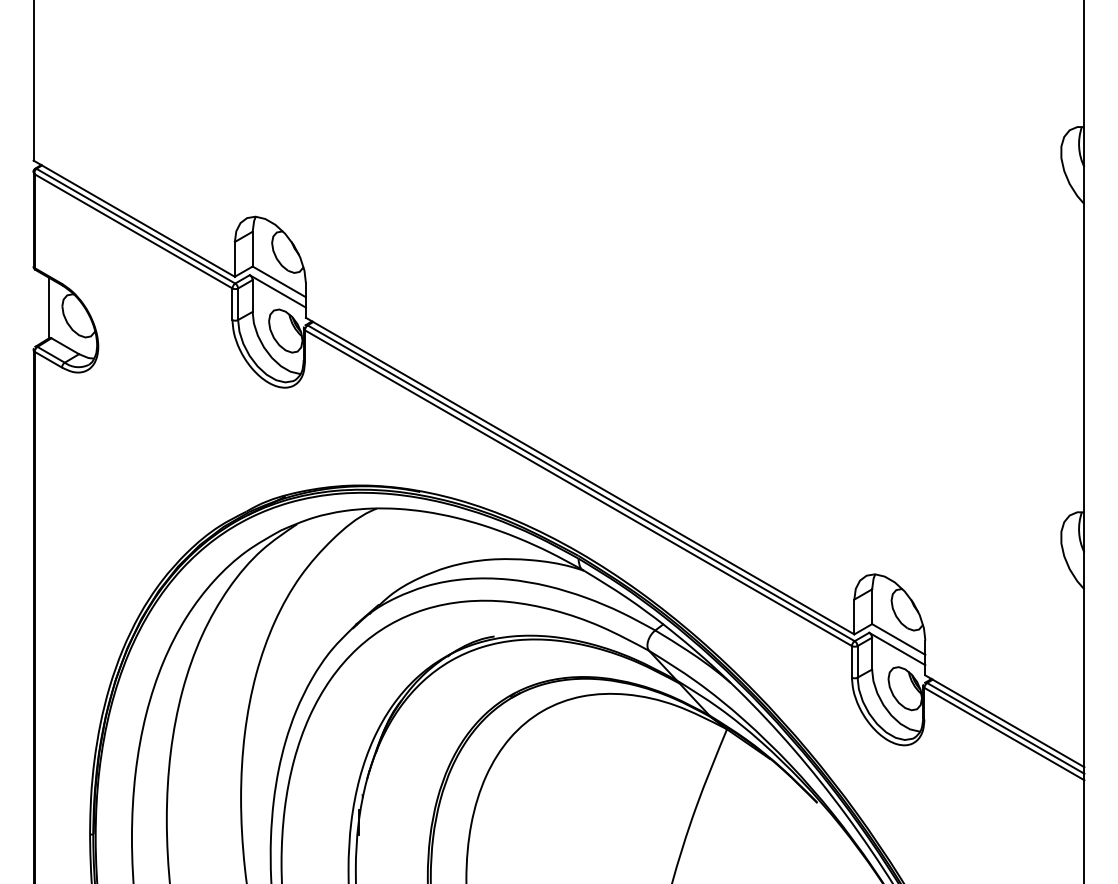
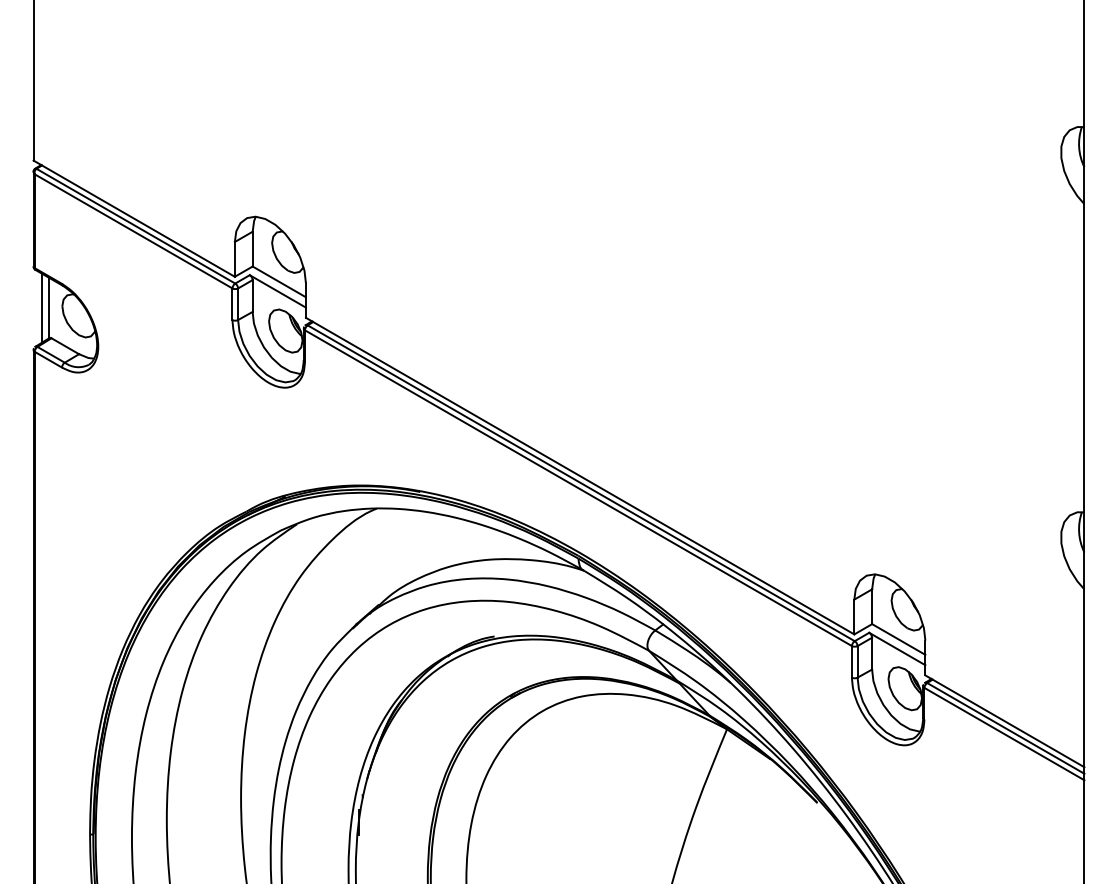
line at (41, 307): none -> present
